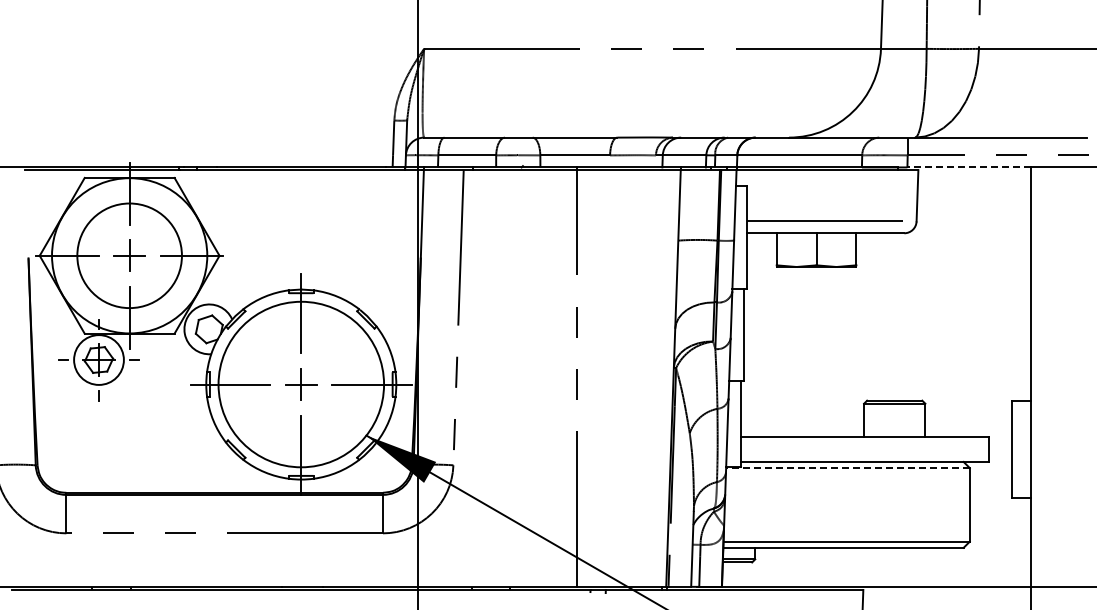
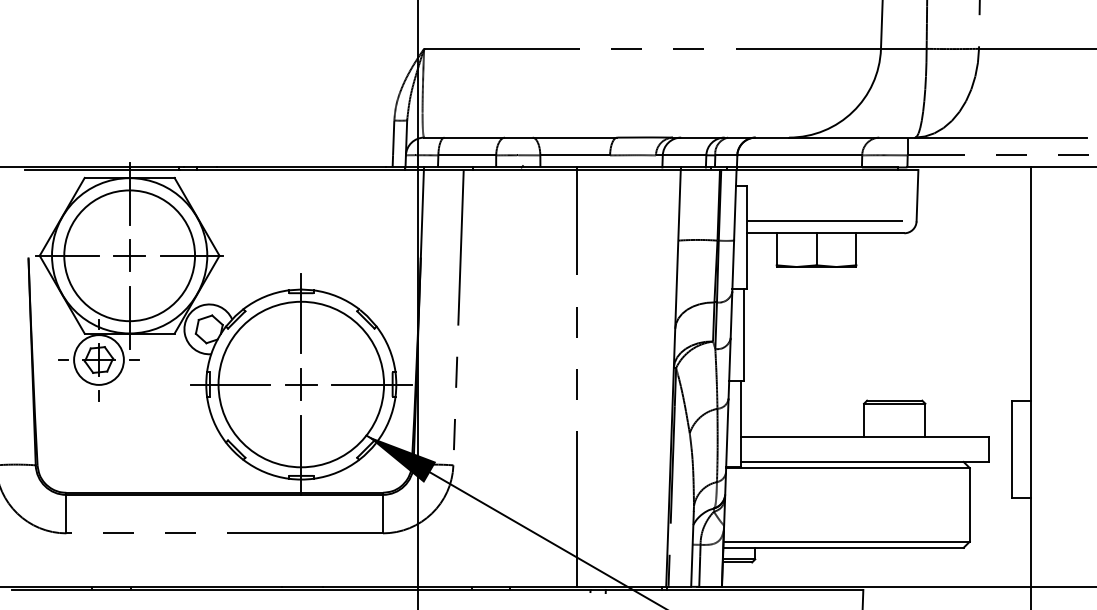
line at (969, 167): dashed -> solid
circle at (129, 255) diameter: 105 px -> 131 px
line at (848, 468): dashed -> solid
